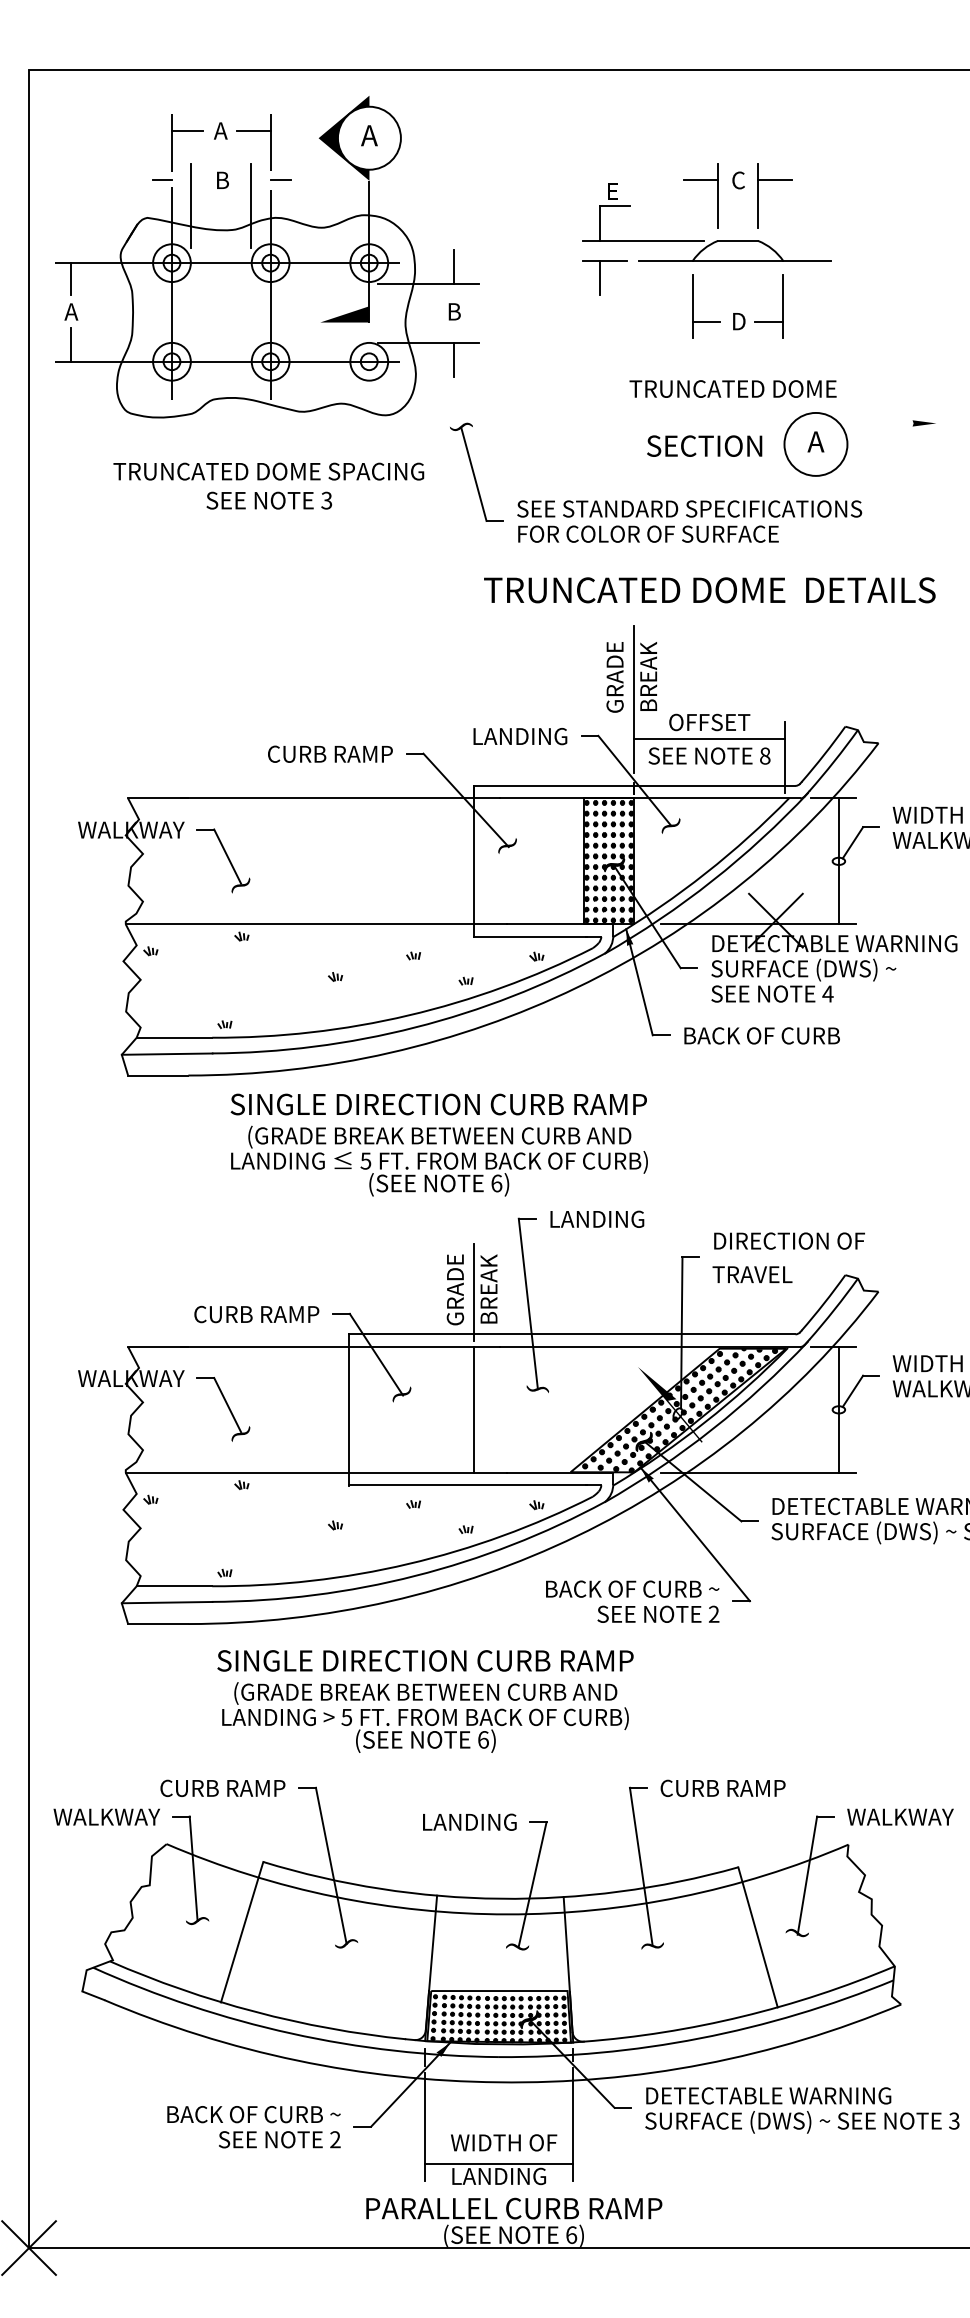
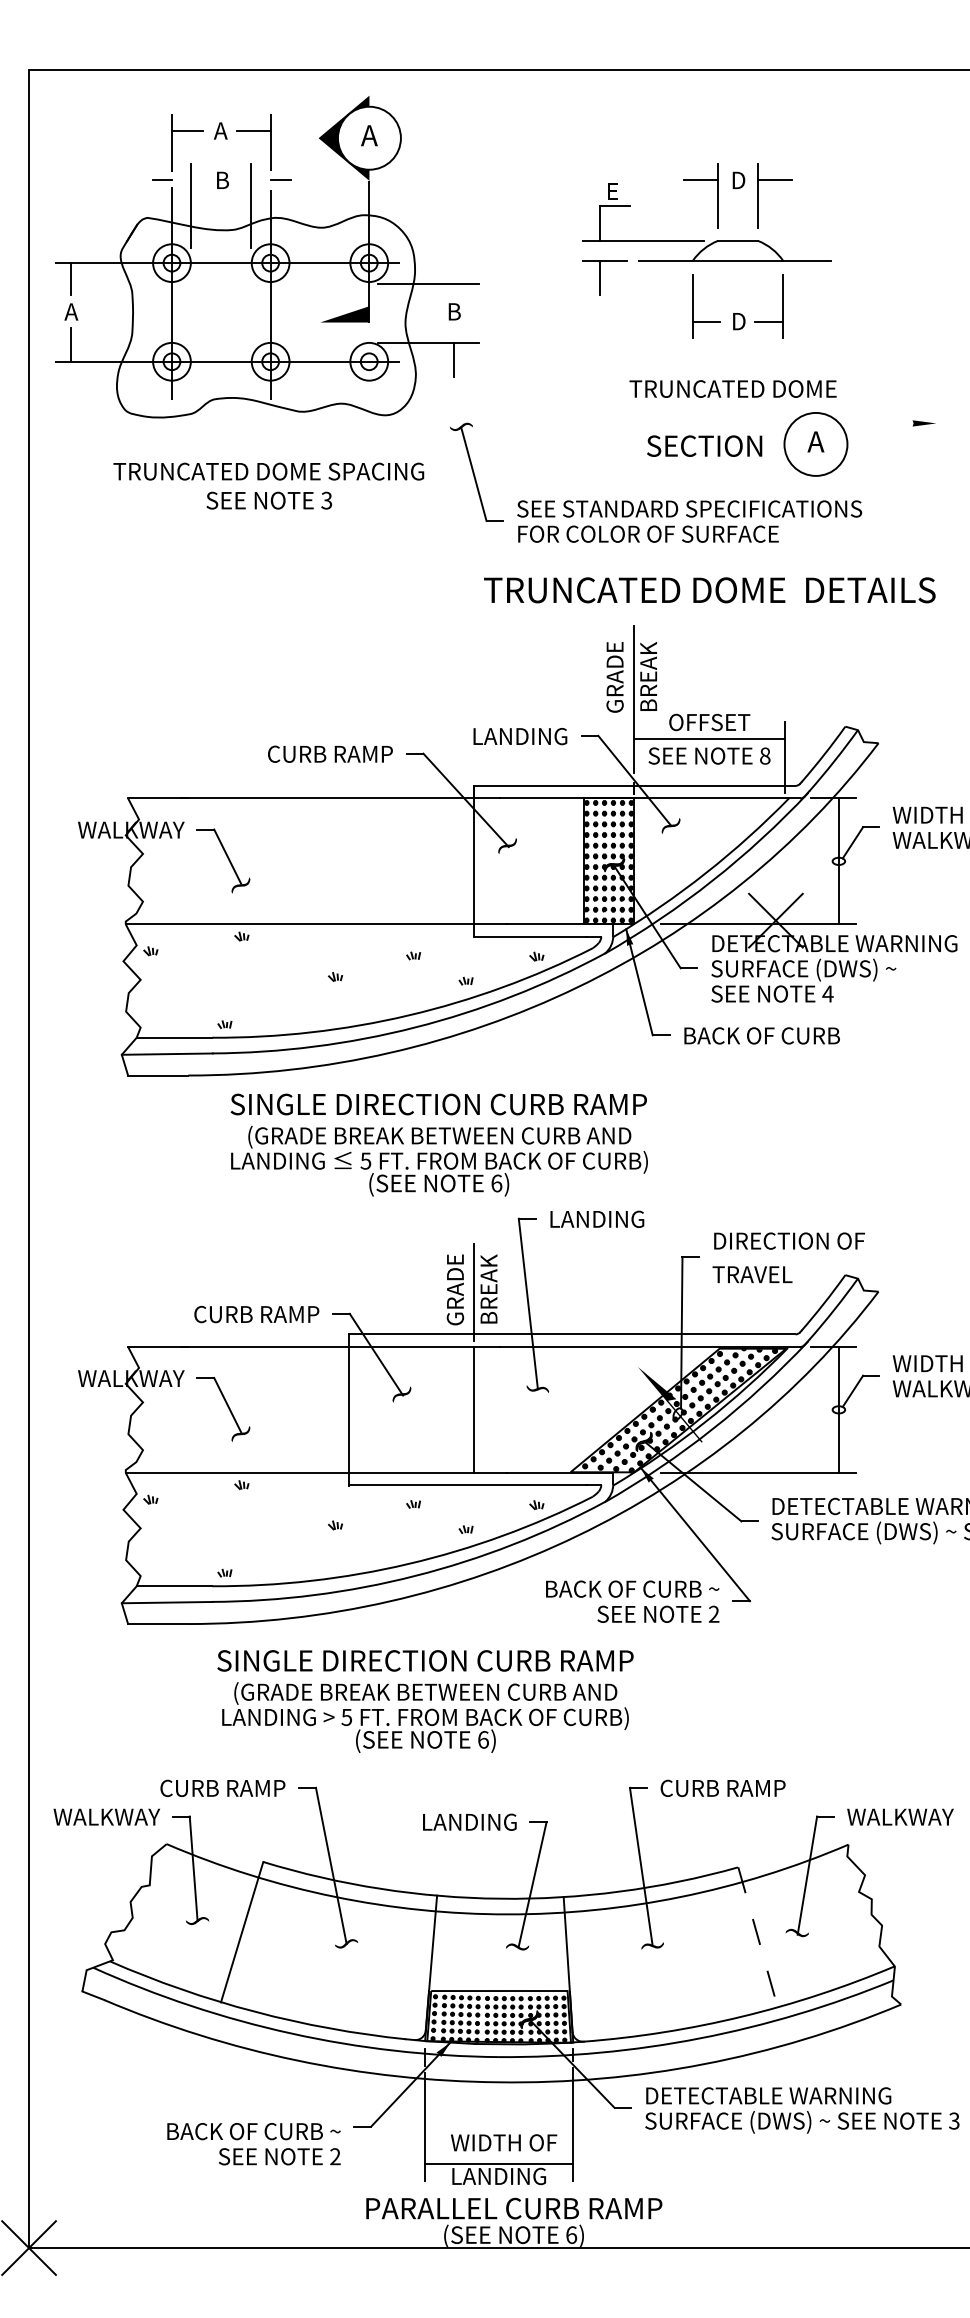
text at (738, 180): C -> D
line at (453, 266): present -> none
line at (758, 1937): solid -> dashed
text at (253, 2127) position: (253, 2127) -> (253, 2144)
